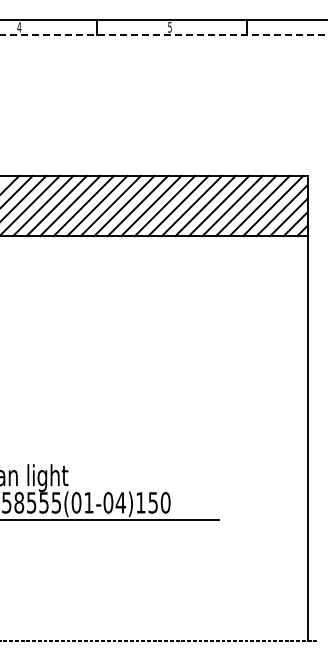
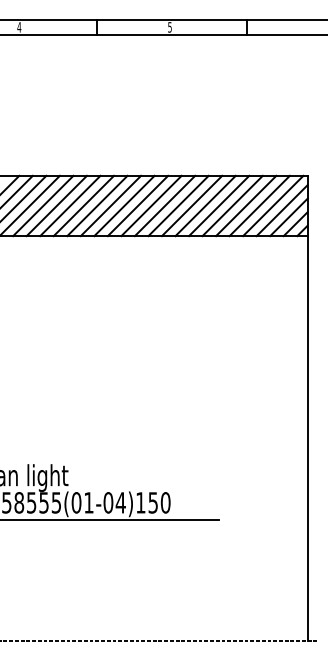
line at (164, 34): dashed -> solid
